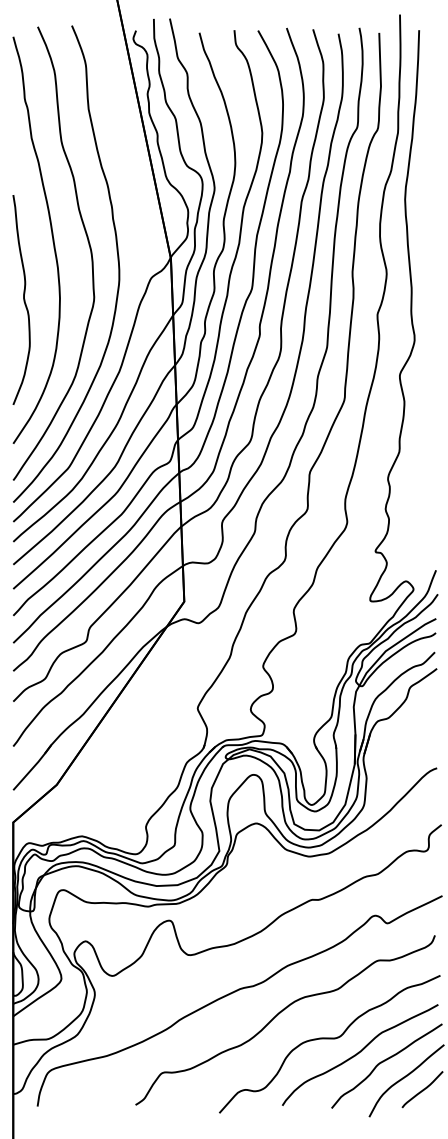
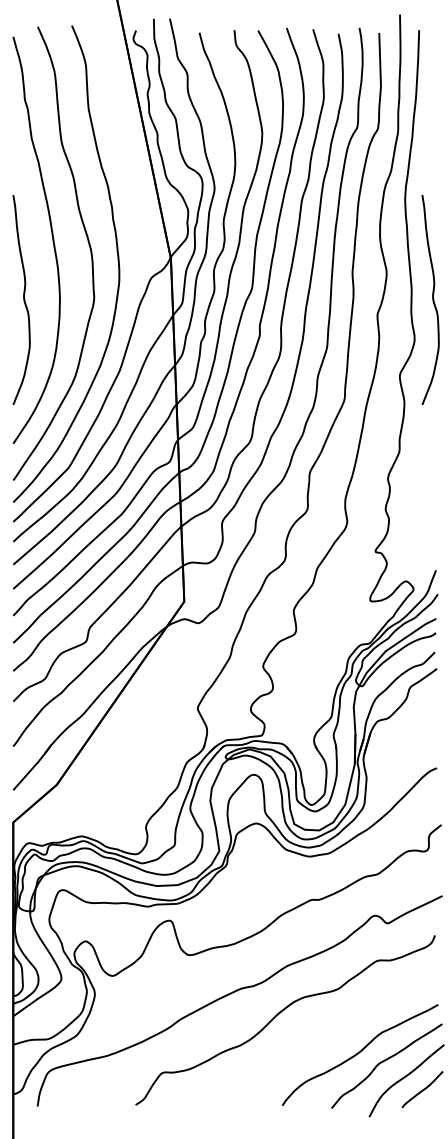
curve at (432, 299): none -> present
curve at (329, 1039): present -> none
